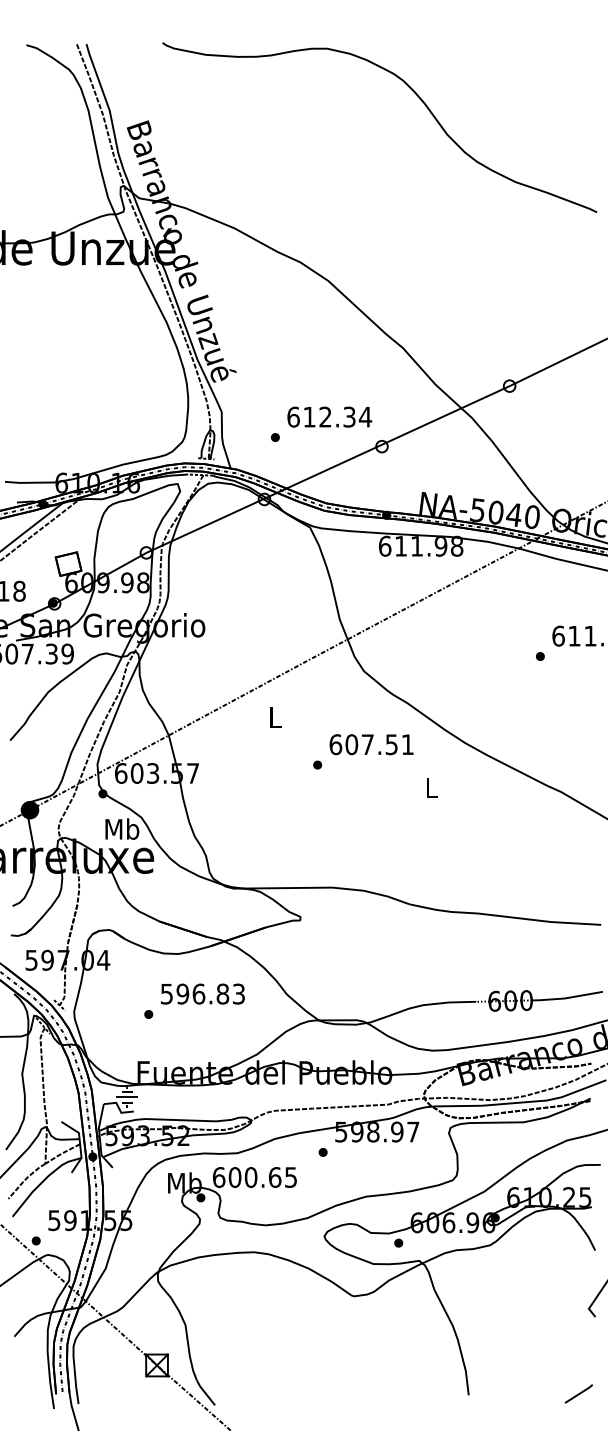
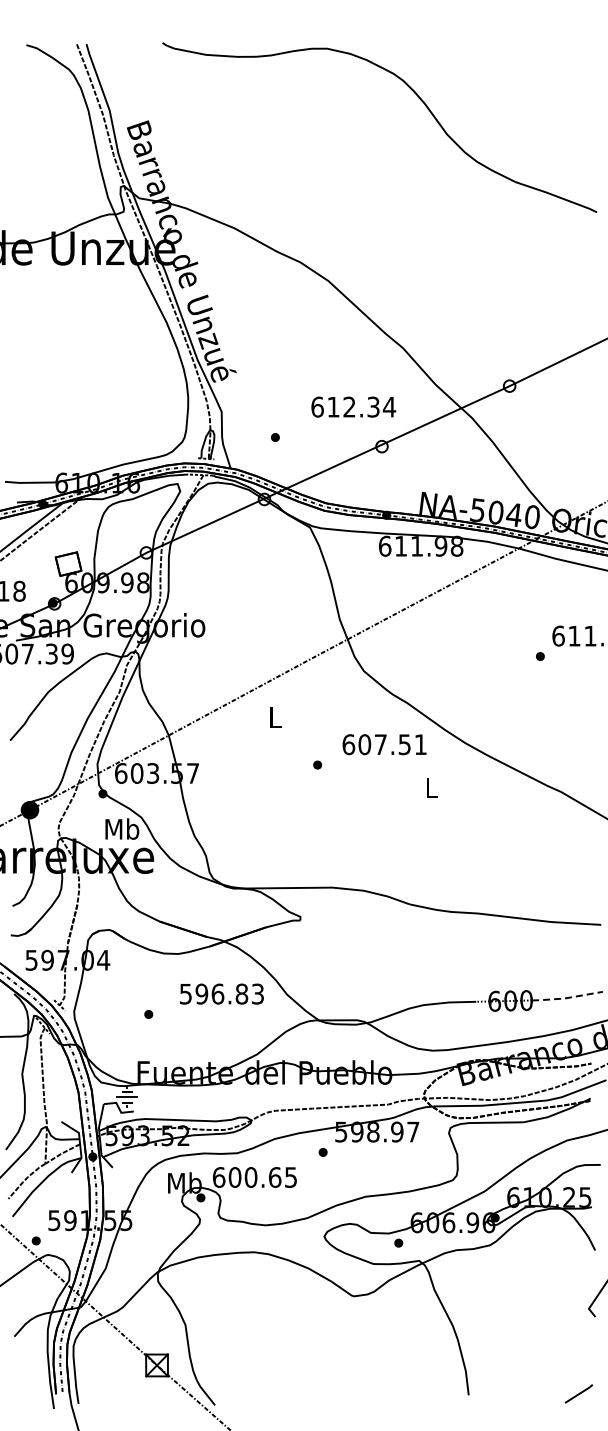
text at (329, 416) position: (329, 416) -> (353, 406)
text at (371, 744) position: (371, 744) -> (384, 744)
text at (202, 993) position: (202, 993) -> (221, 993)
line at (566, 998): solid -> dashed
